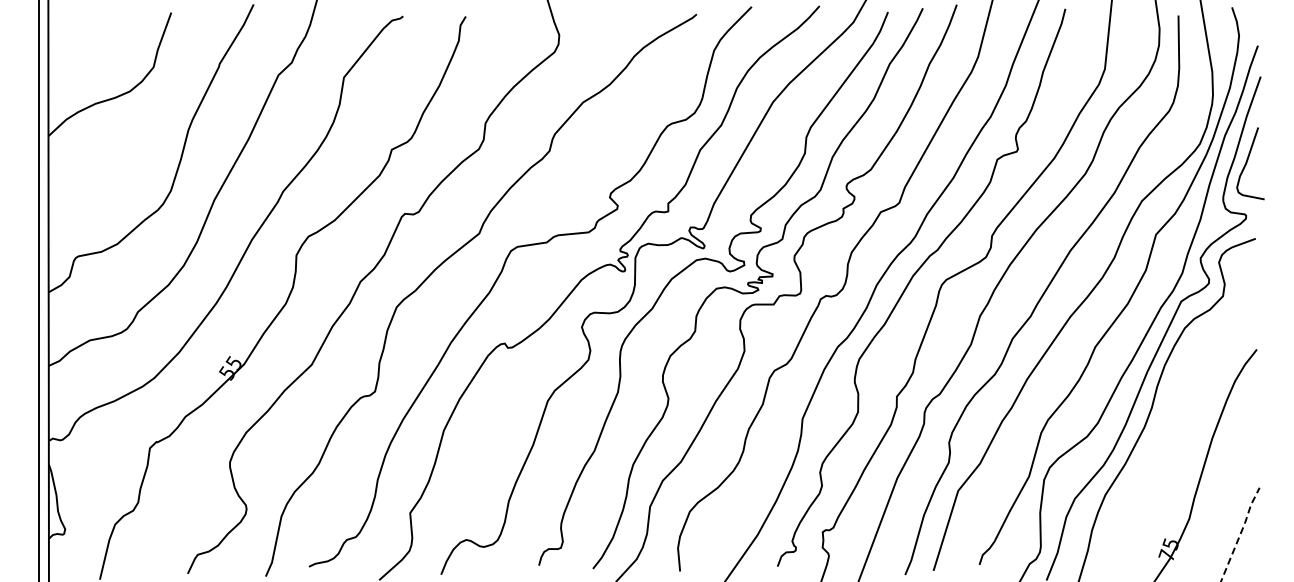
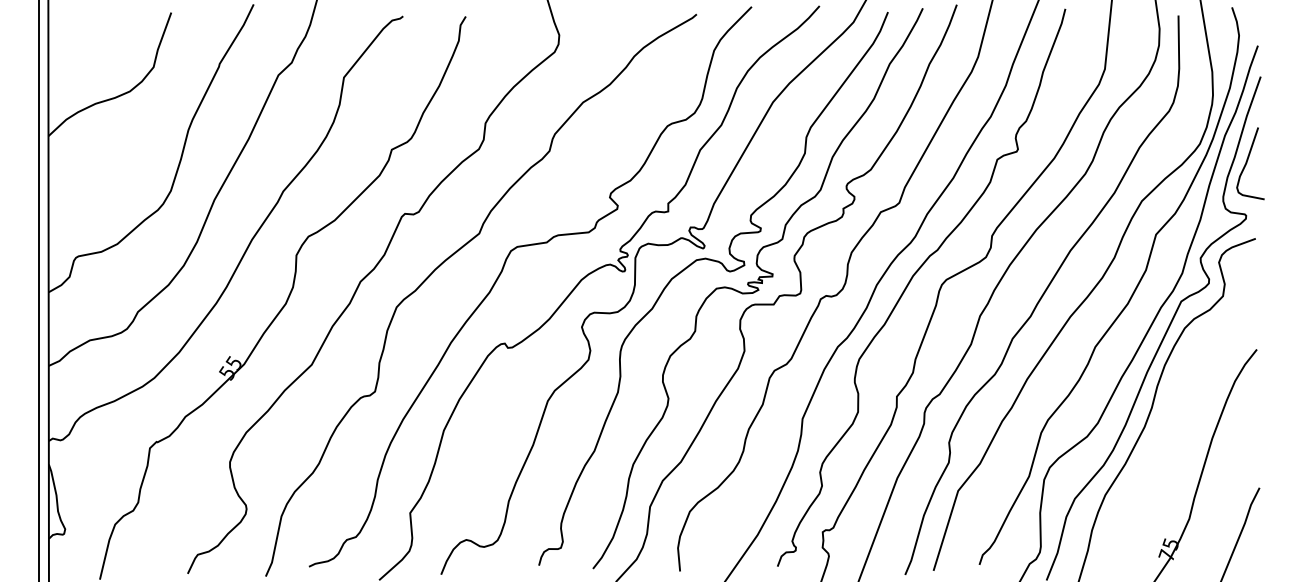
line at (1241, 532): dashed -> solid
